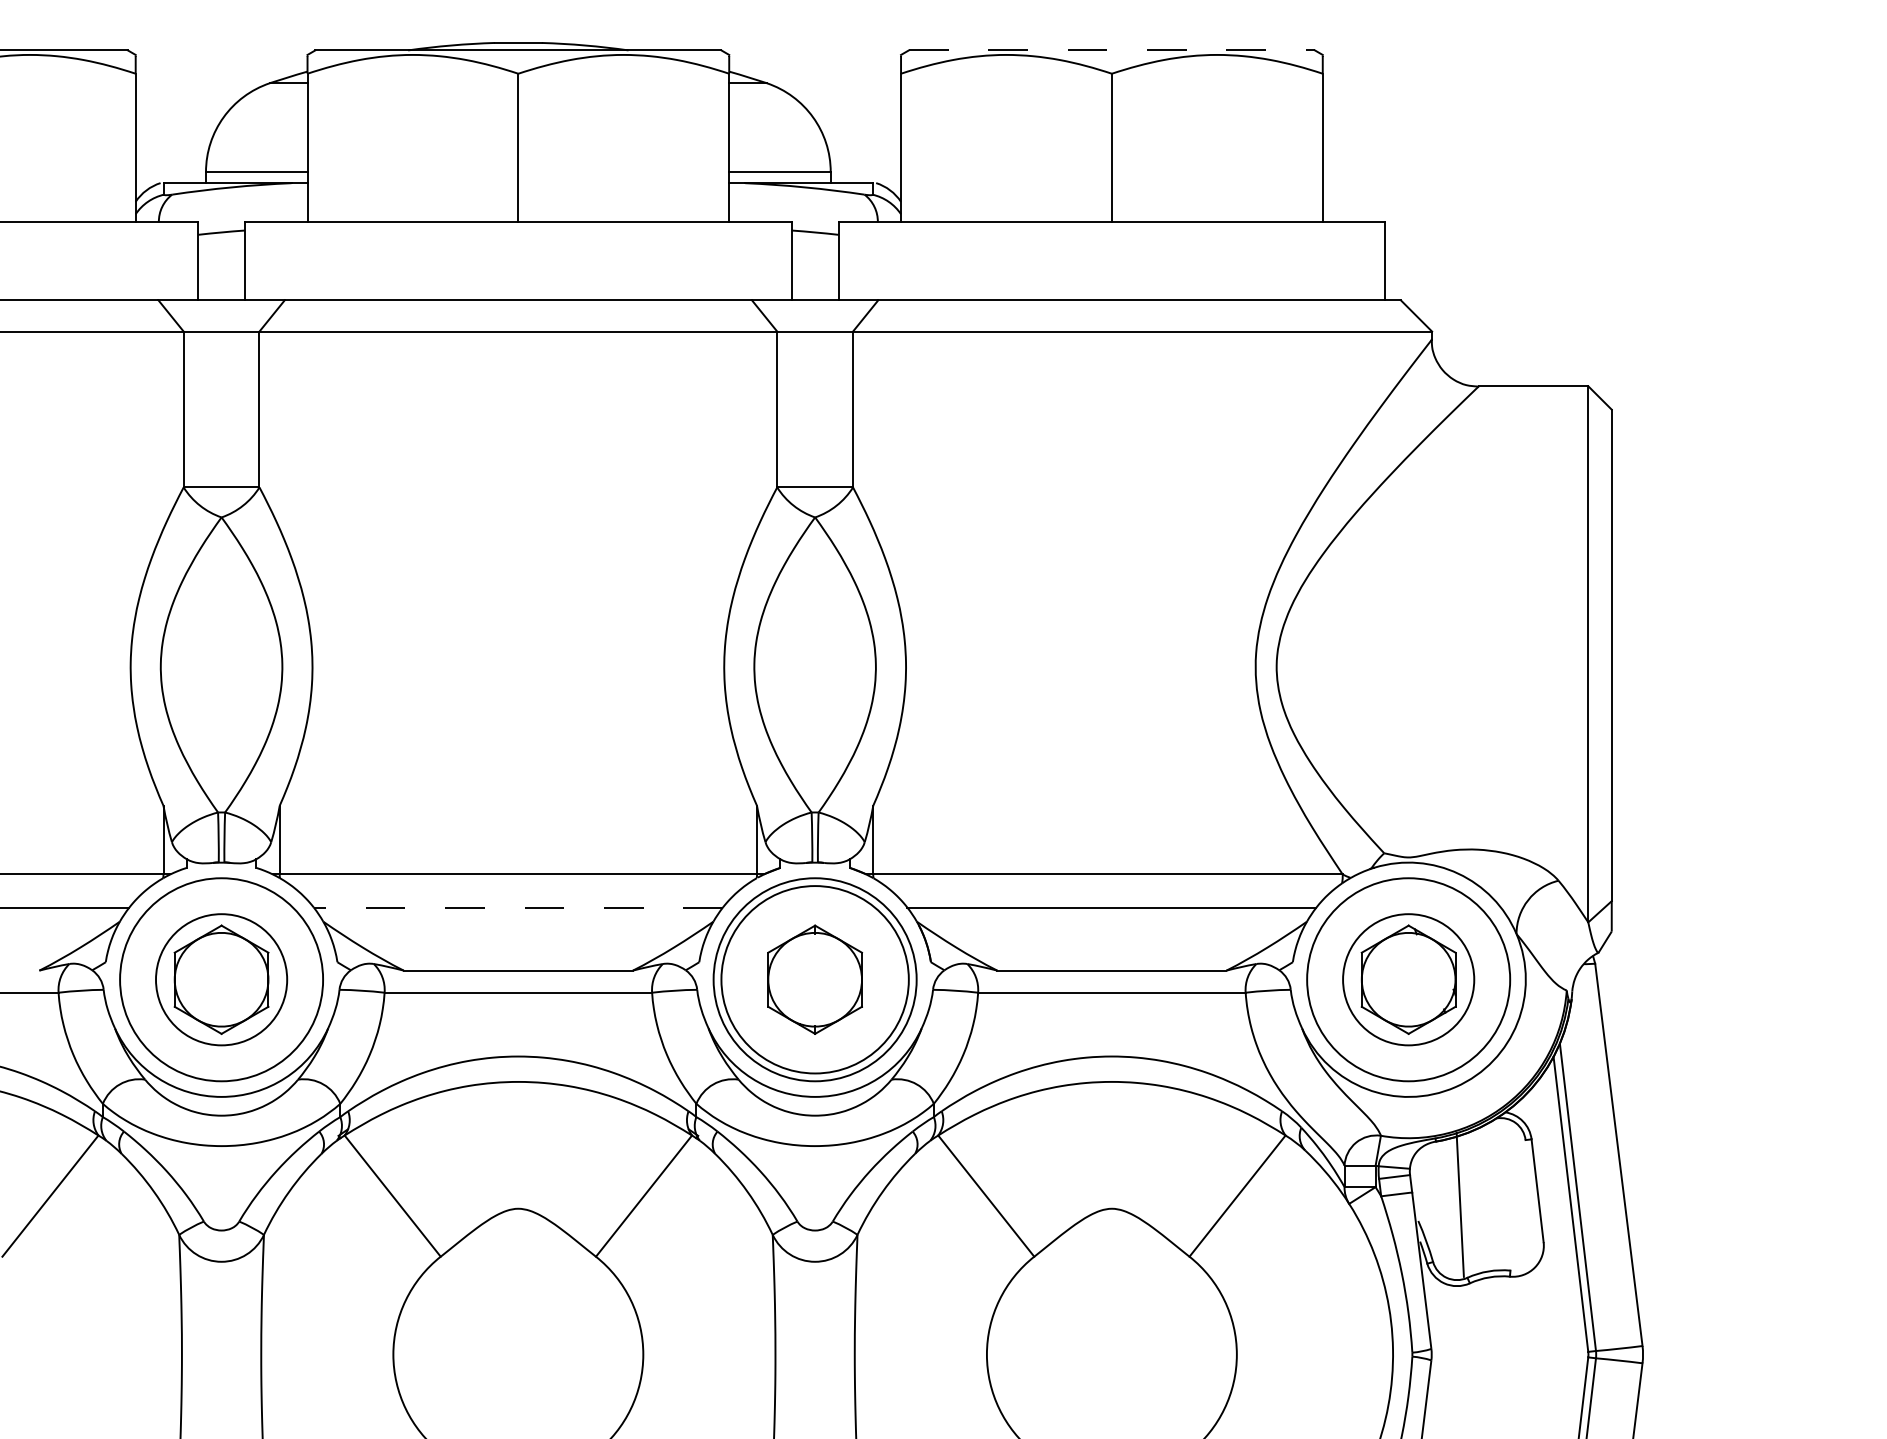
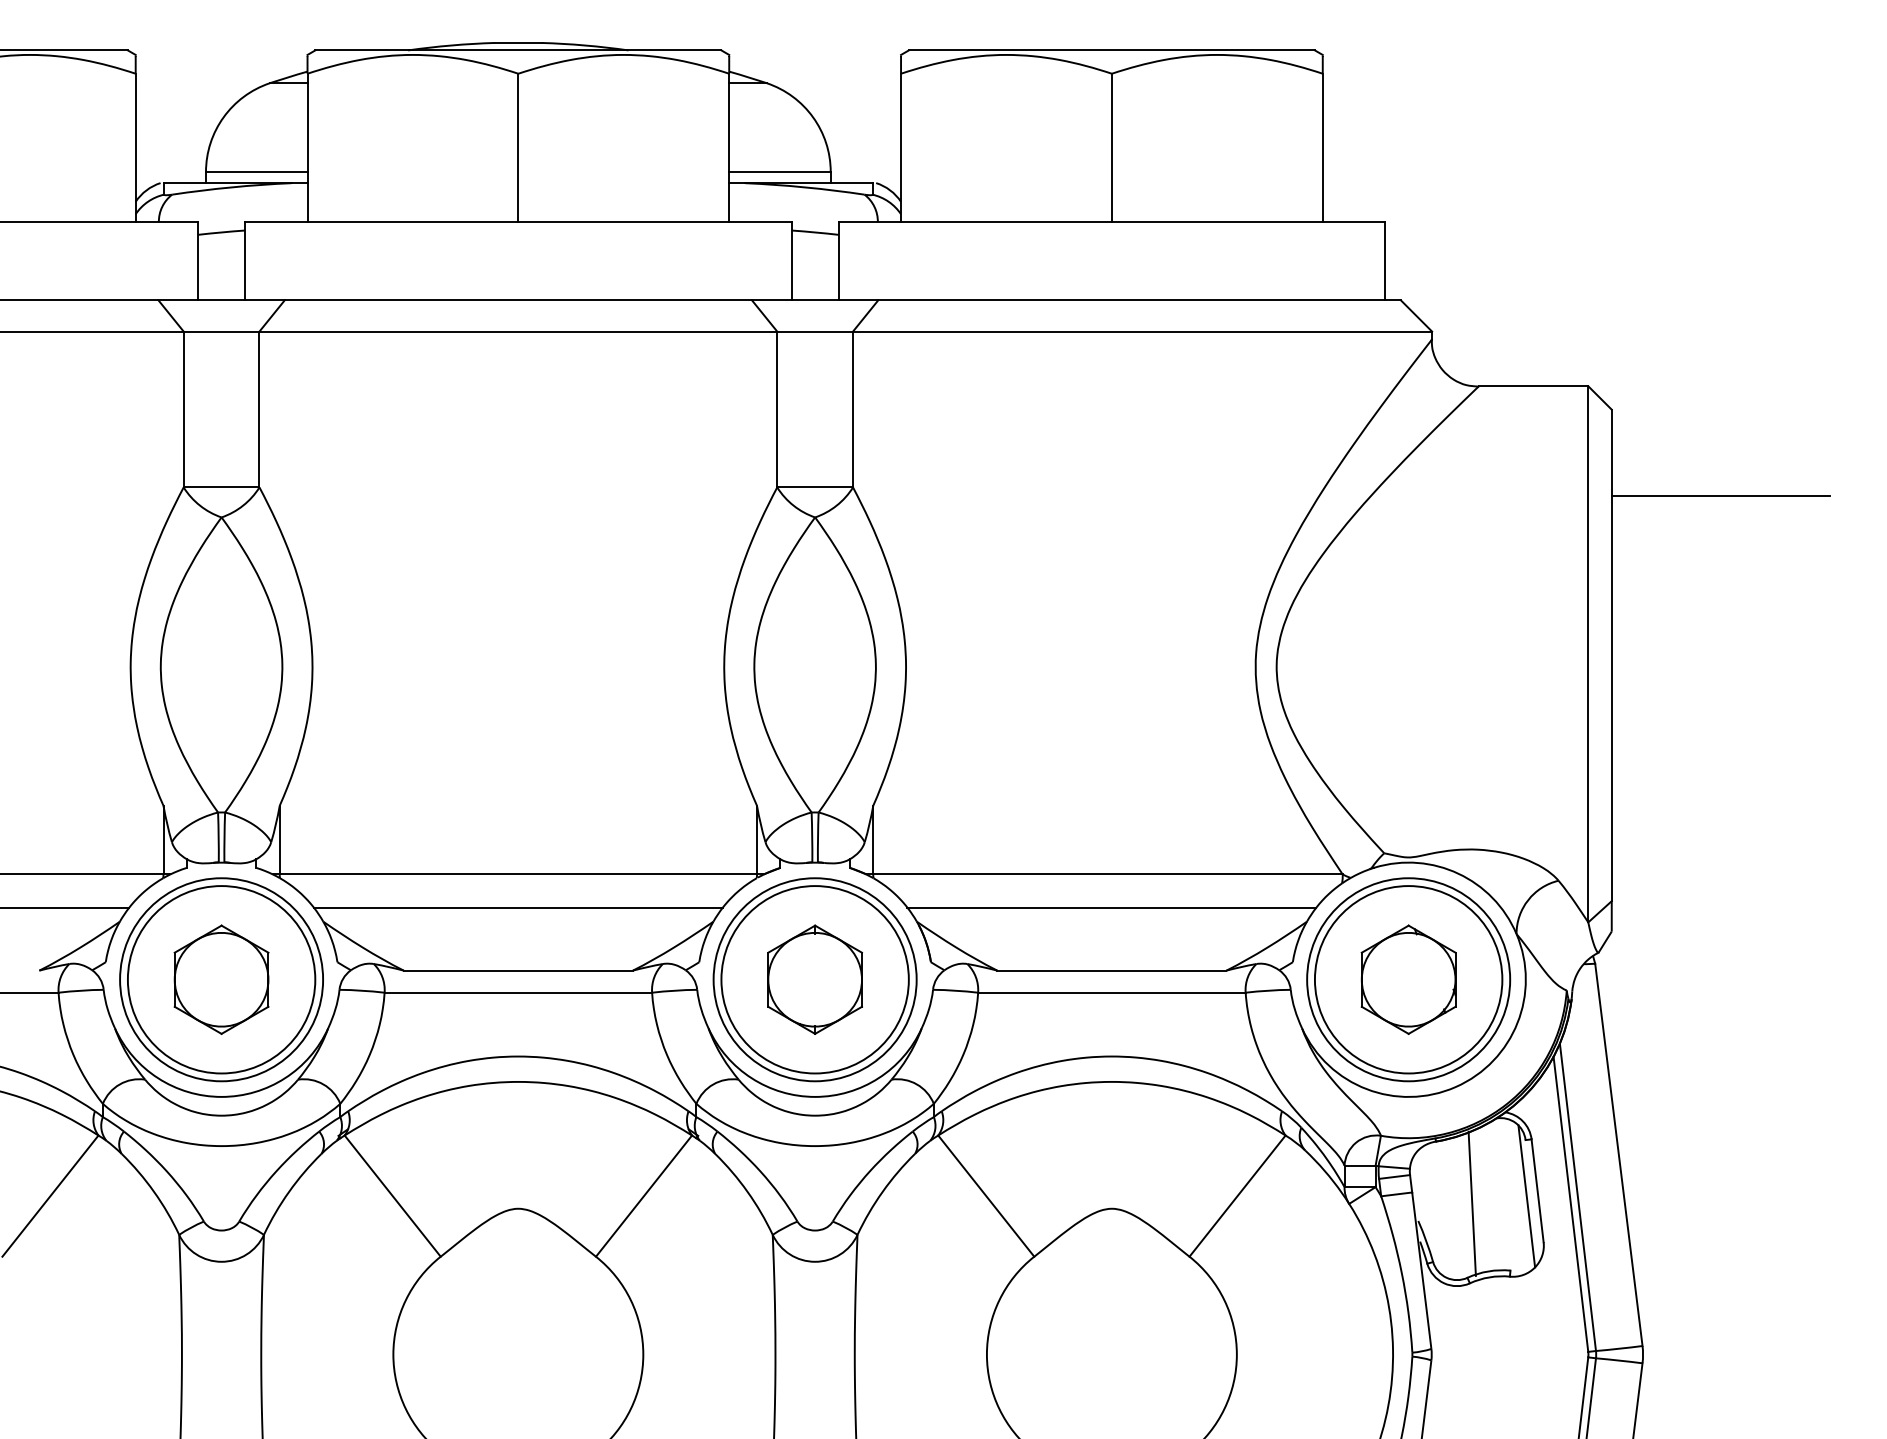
line at (1112, 50): dashed -> solid
line at (1720, 495): none -> present
line at (517, 907): dashed -> solid
circle at (221, 979) diameter: 131 px -> 187 px
circle at (1408, 979) diameter: 131 px -> 187 px
line at (1526, 1196): none -> present
line at (1459, 1204) position: (1459, 1204) -> (1471, 1203)
